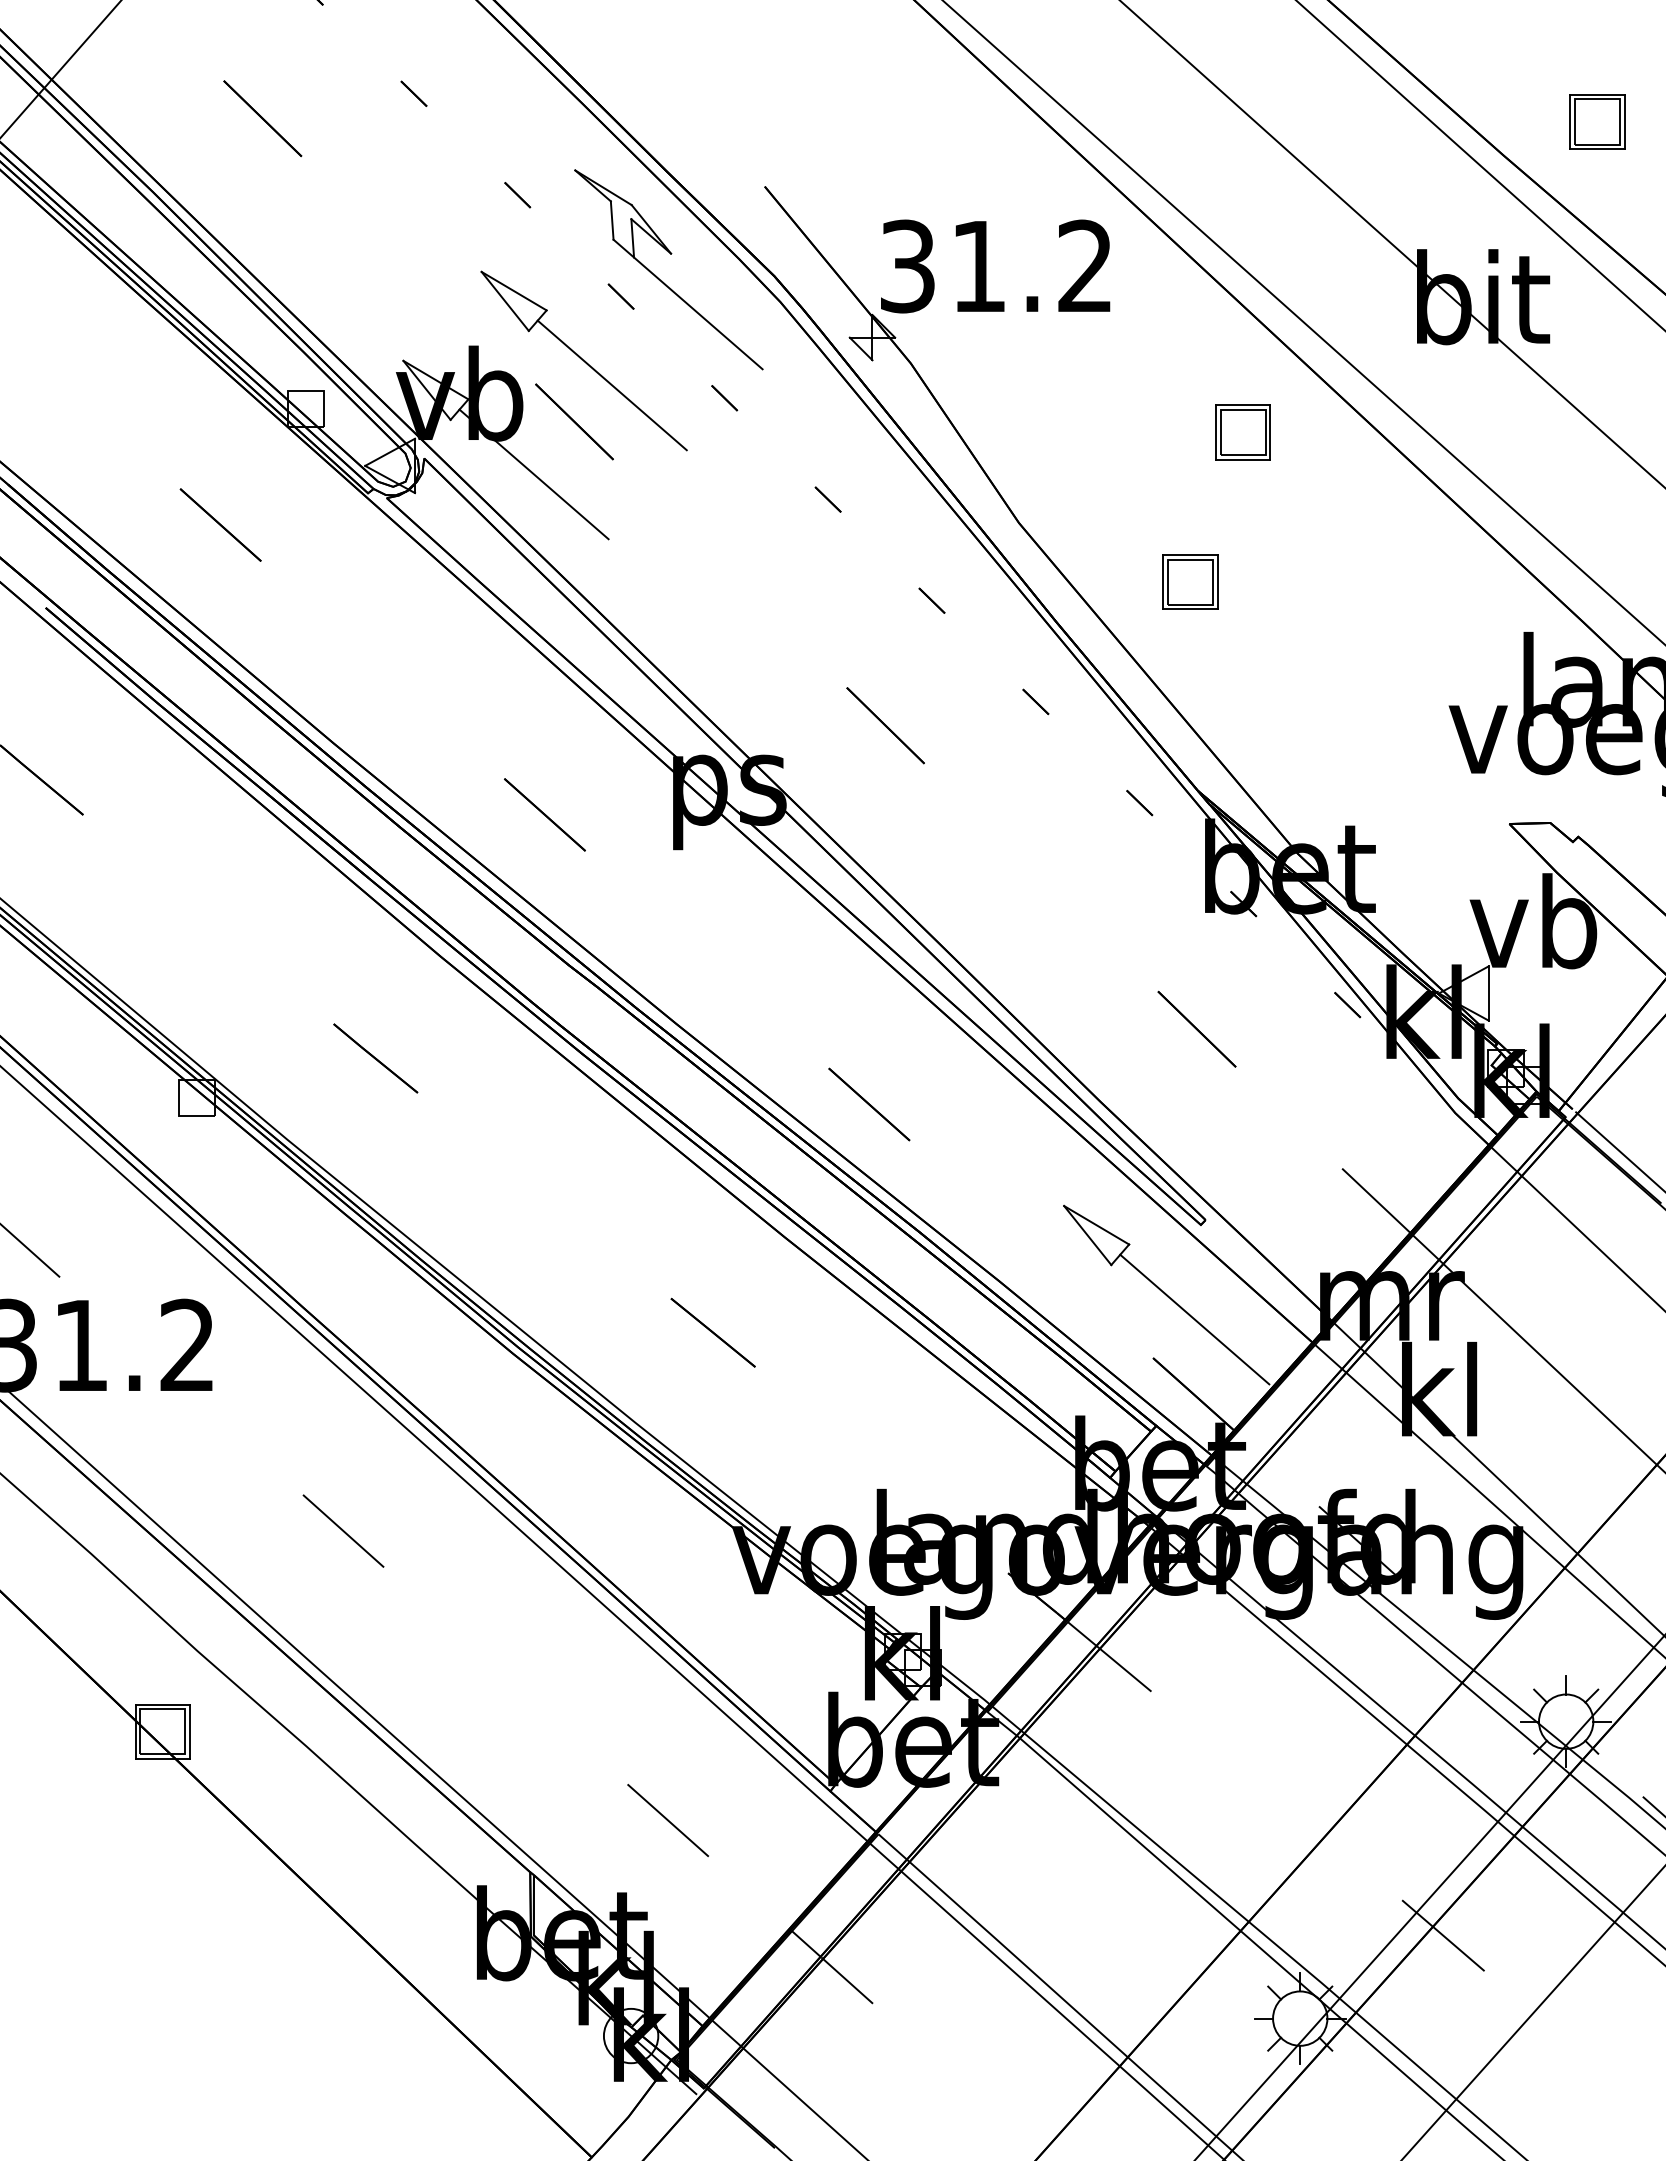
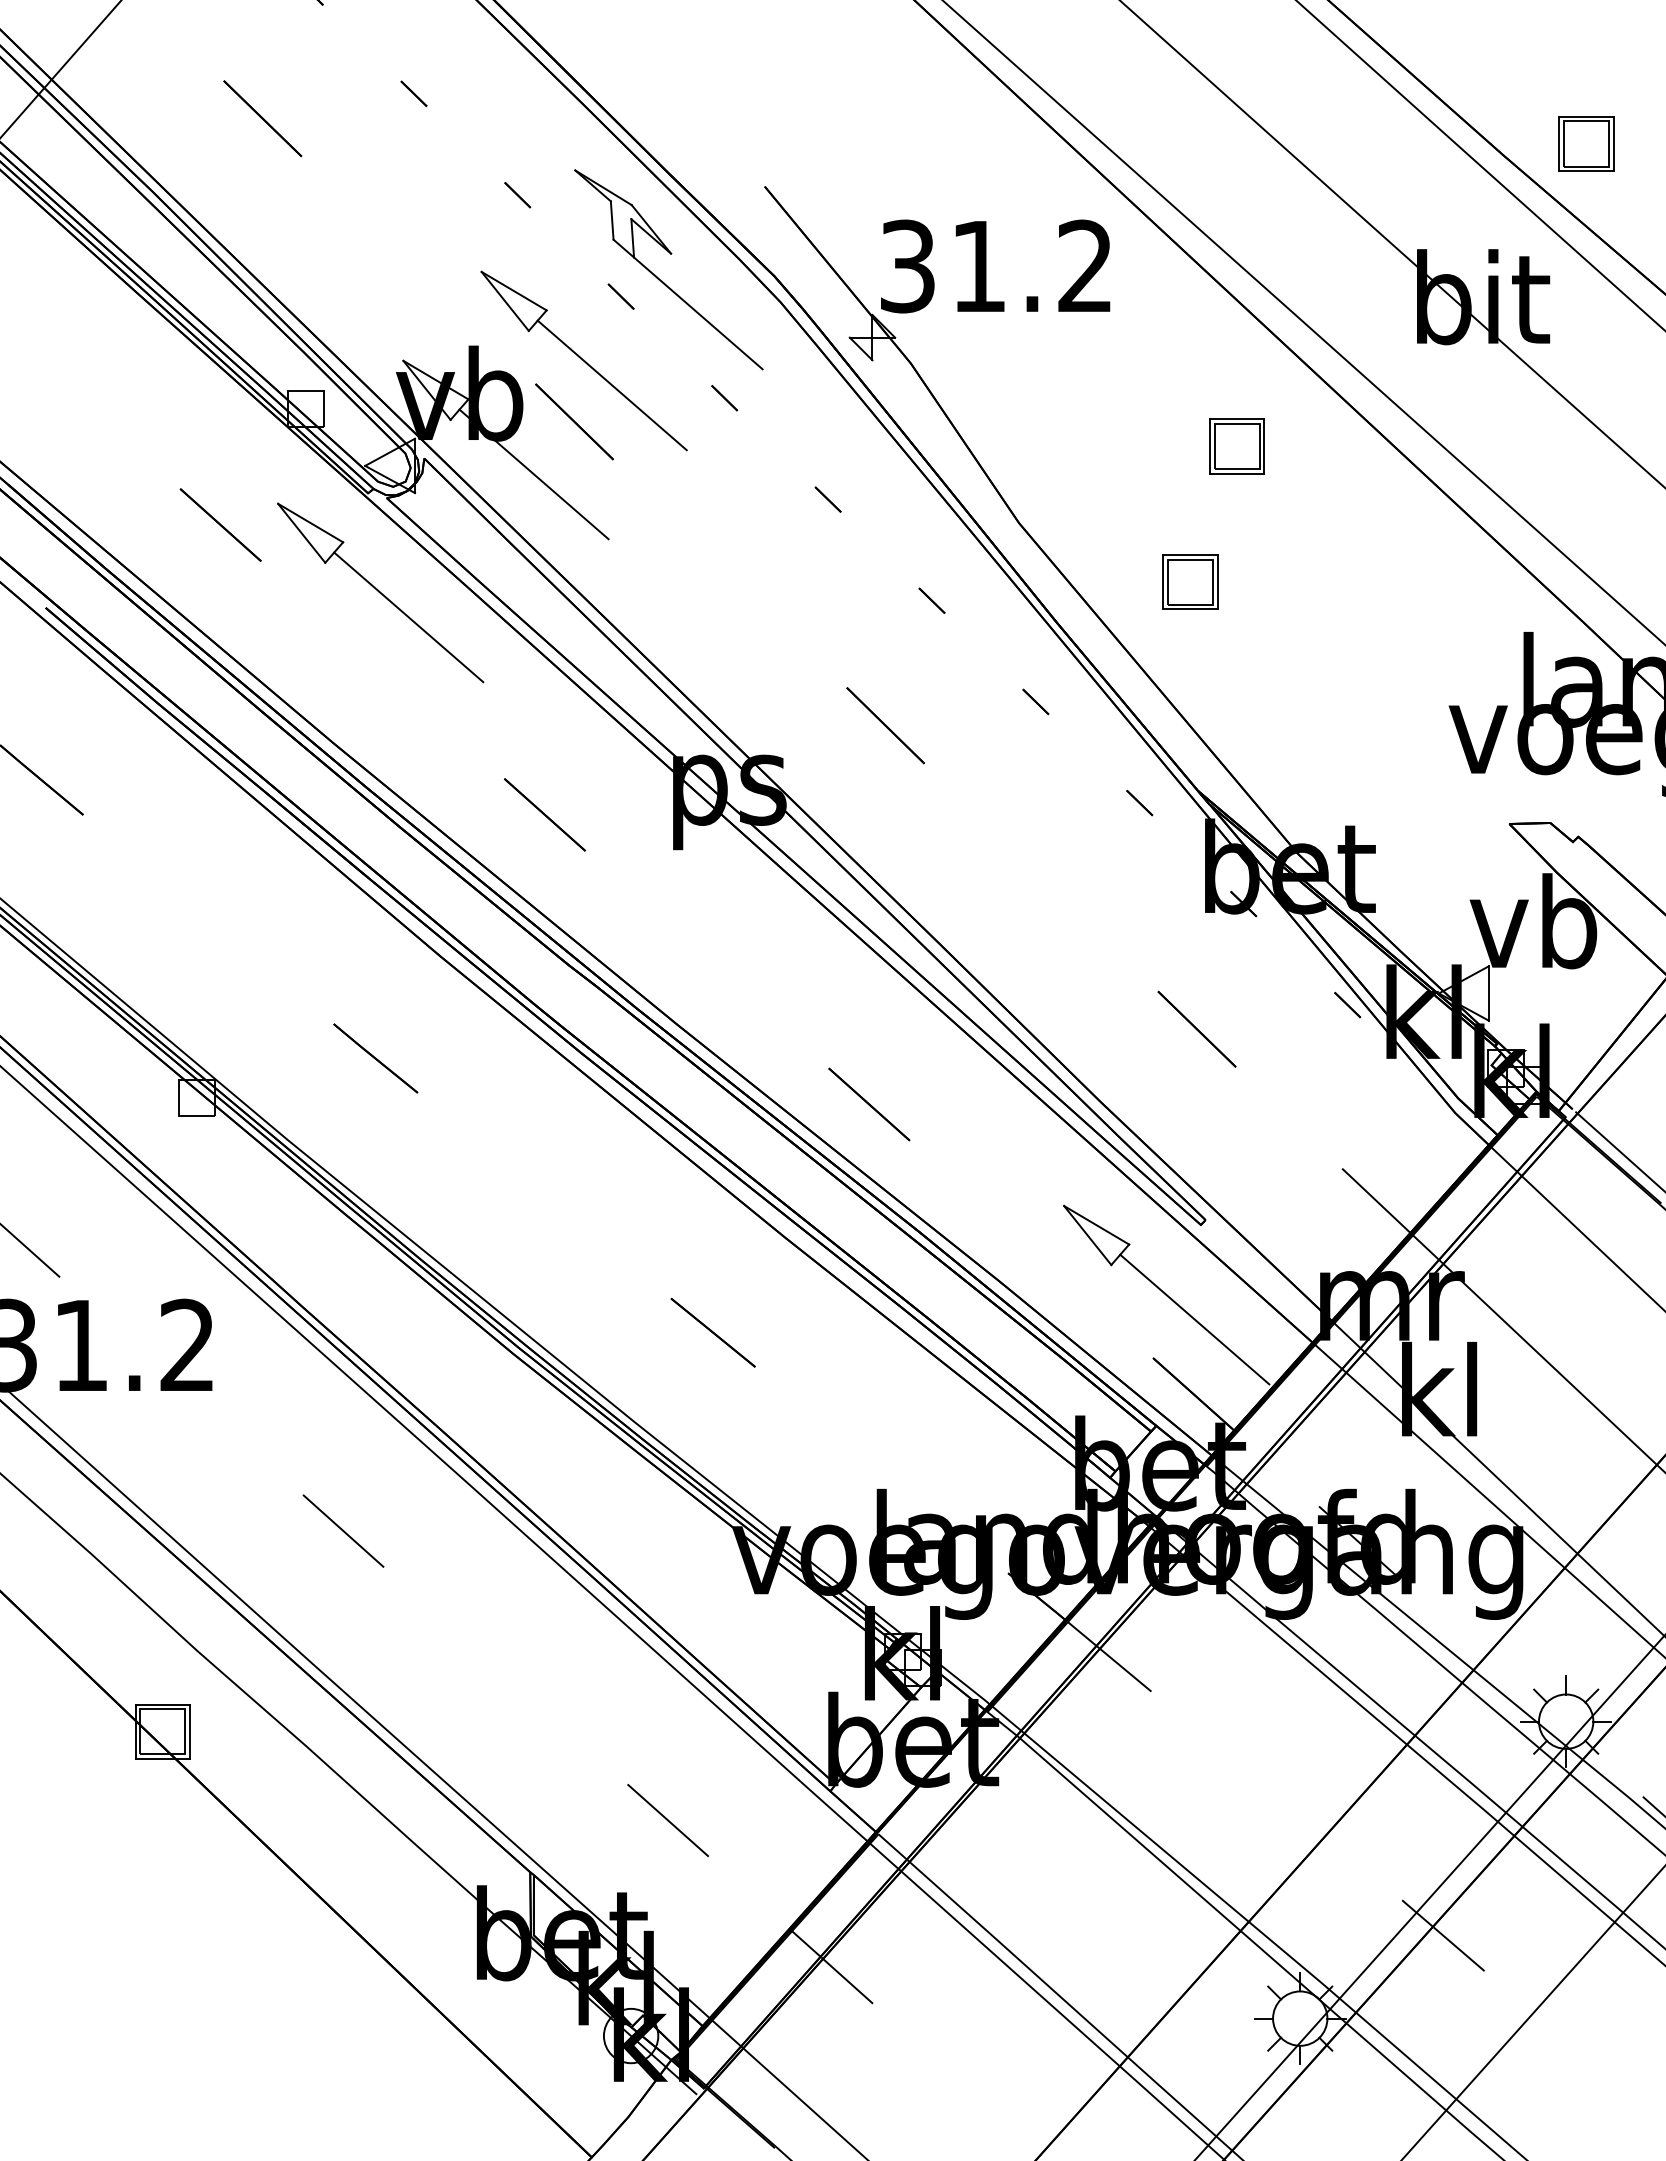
part at (1597, 121) position: (1597, 121) -> (1586, 143)
part at (1242, 432) position: (1242, 432) -> (1236, 446)
part at (380, 592): none -> present
